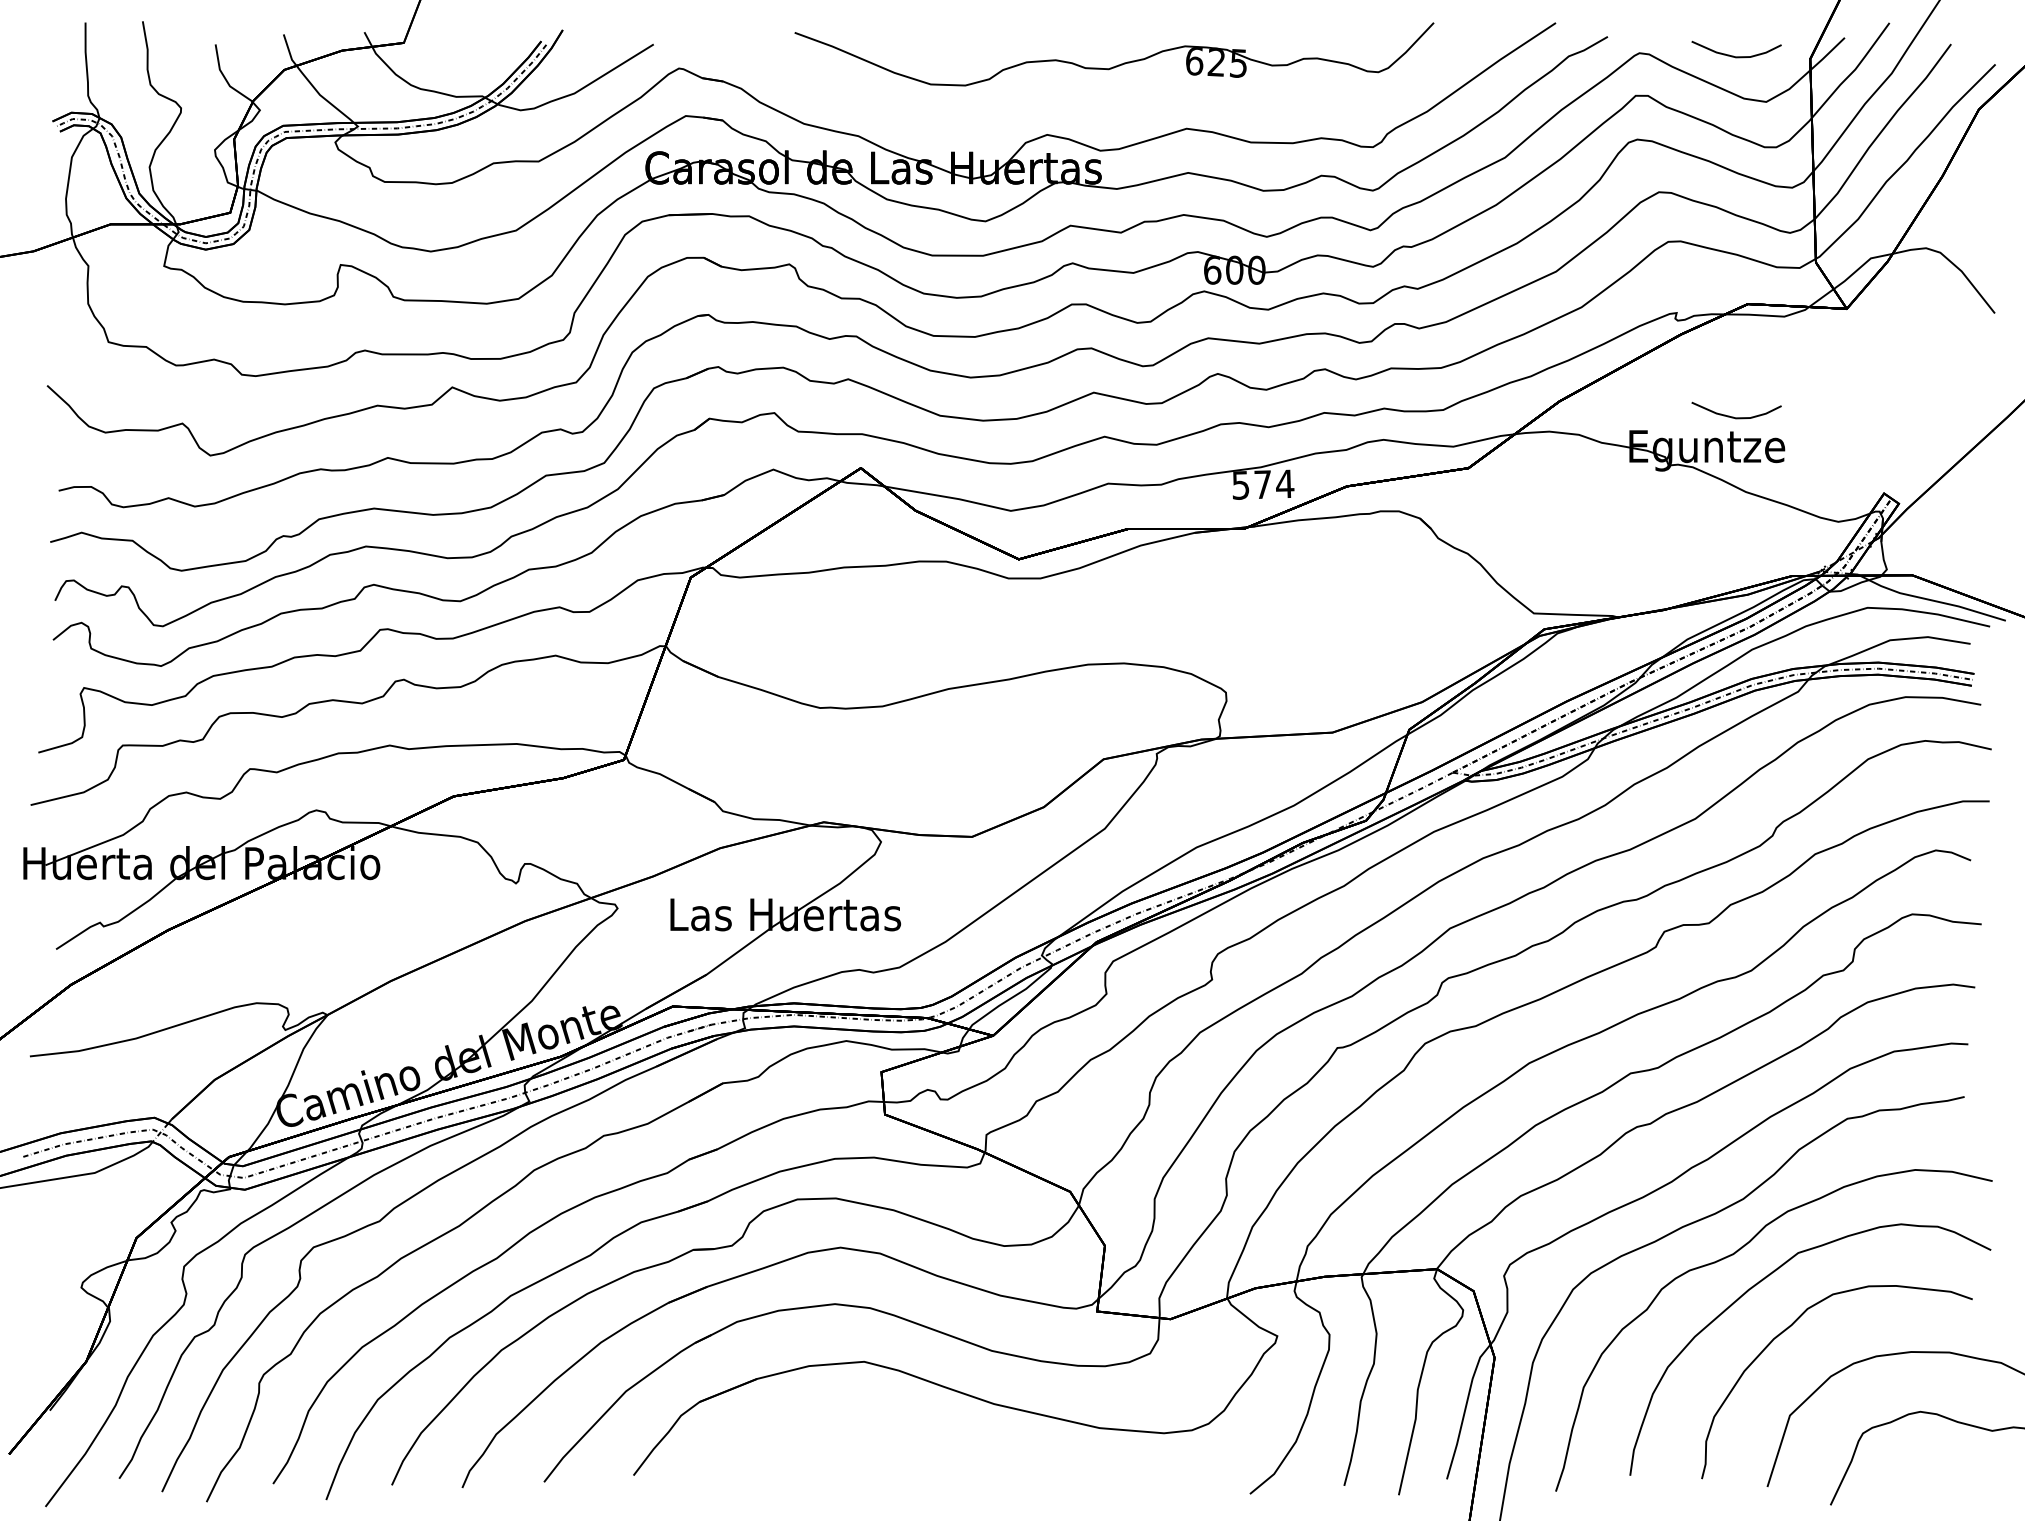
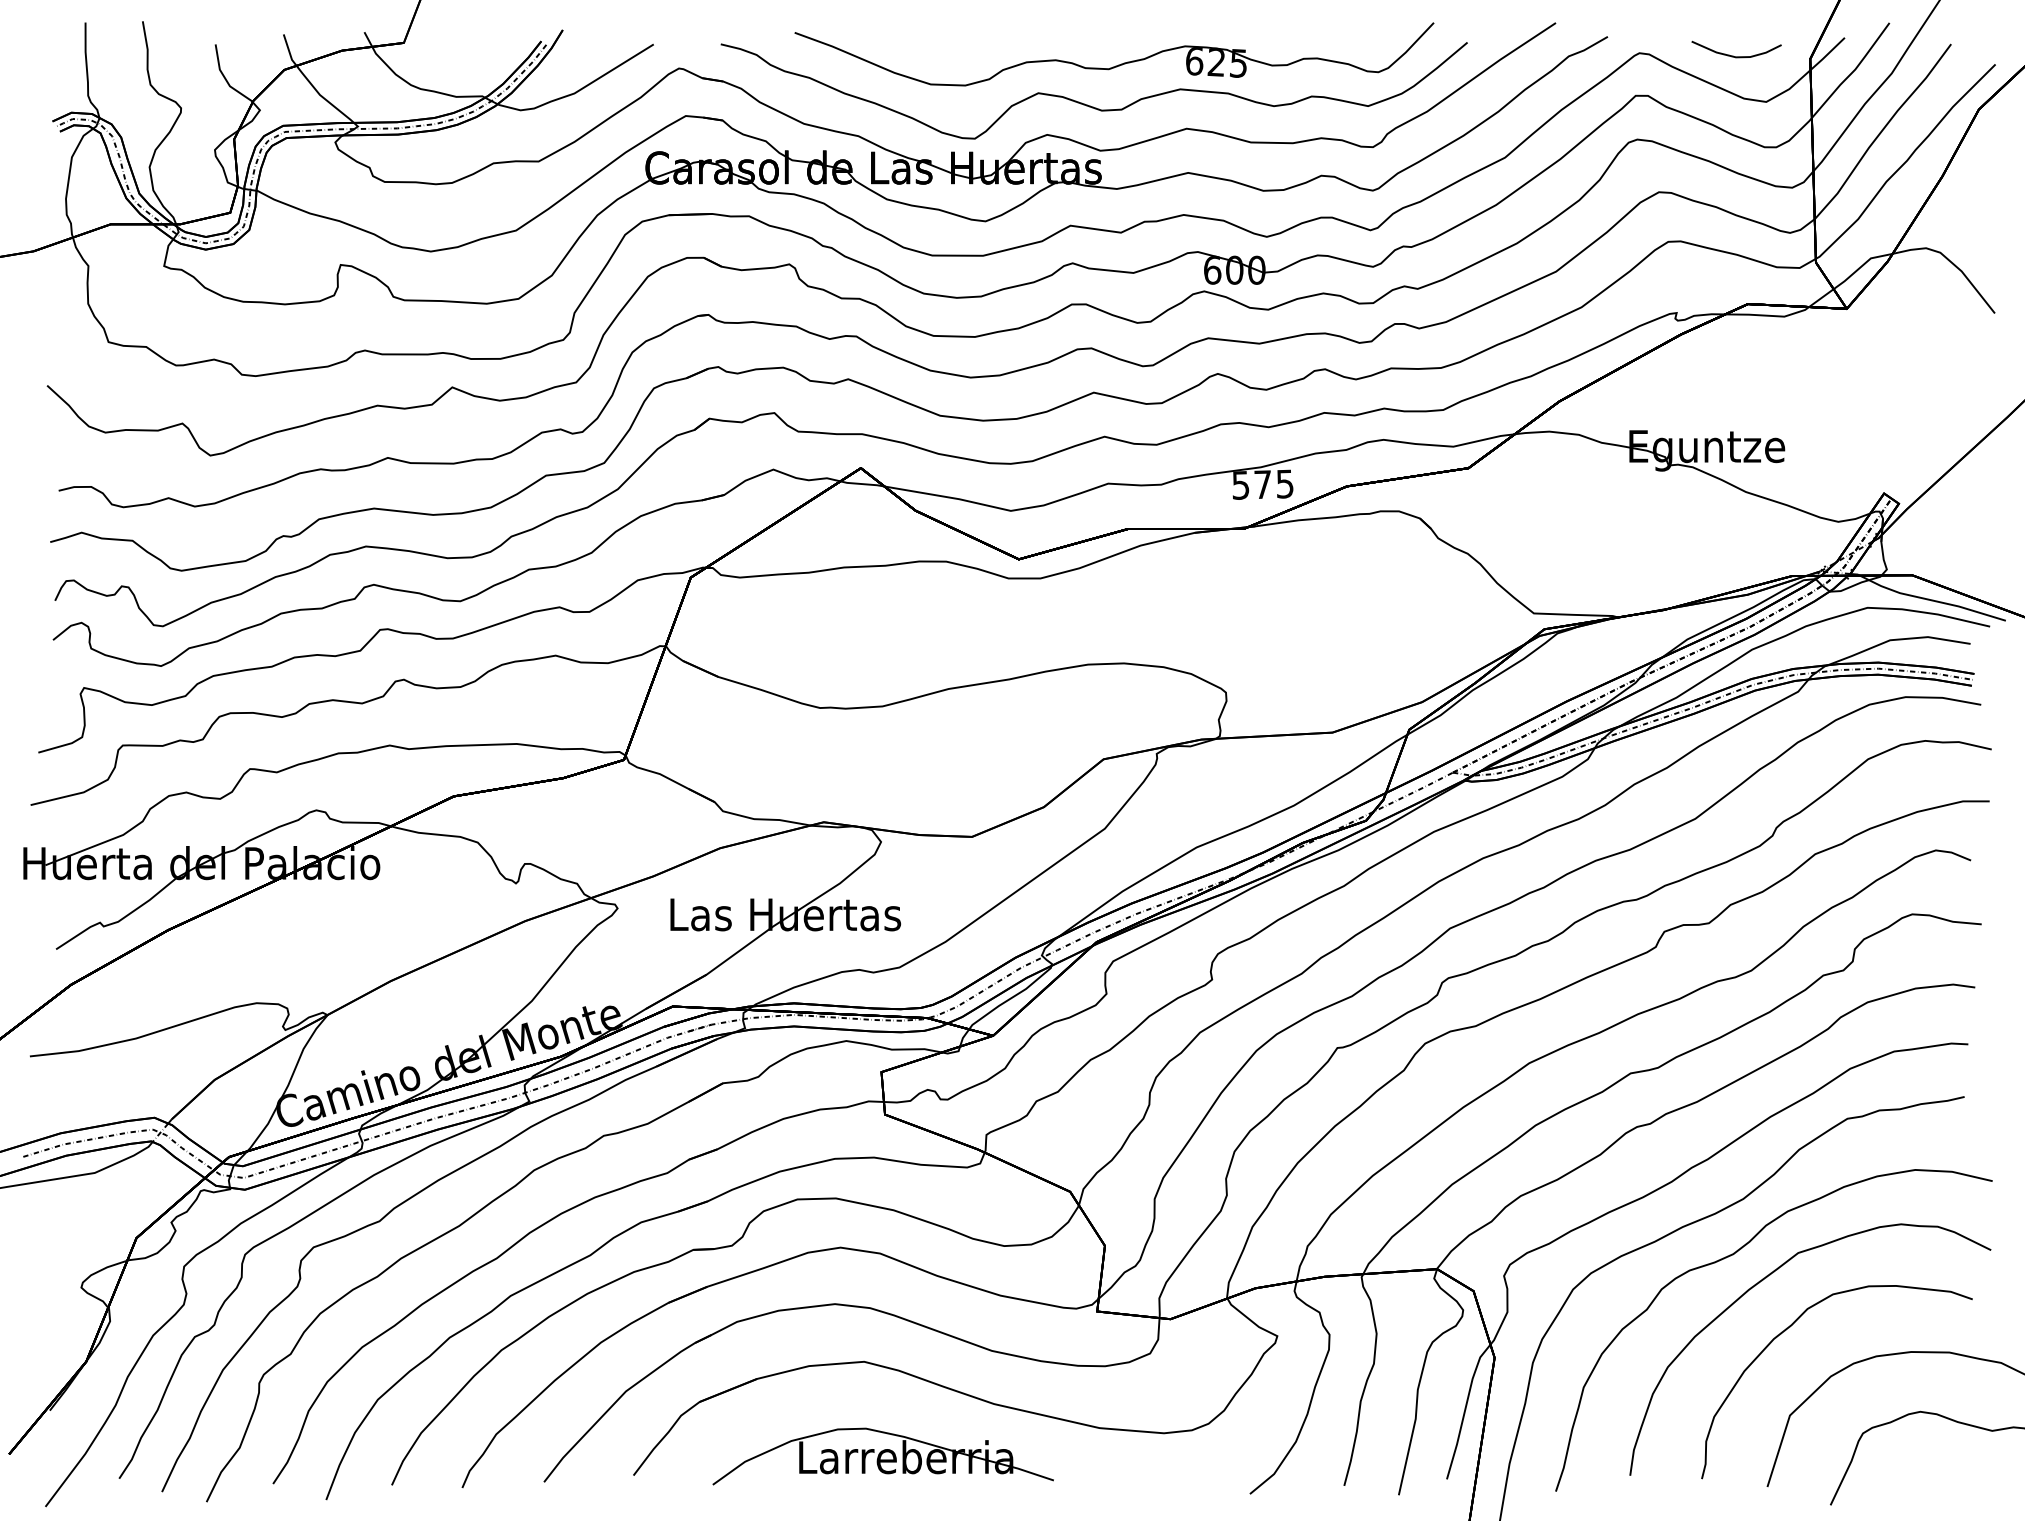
curve at (1087, 104): none -> present
curve at (1733, 416): present -> none
text at (1285, 483): 574 -> 575
part at (882, 1456): none -> present
